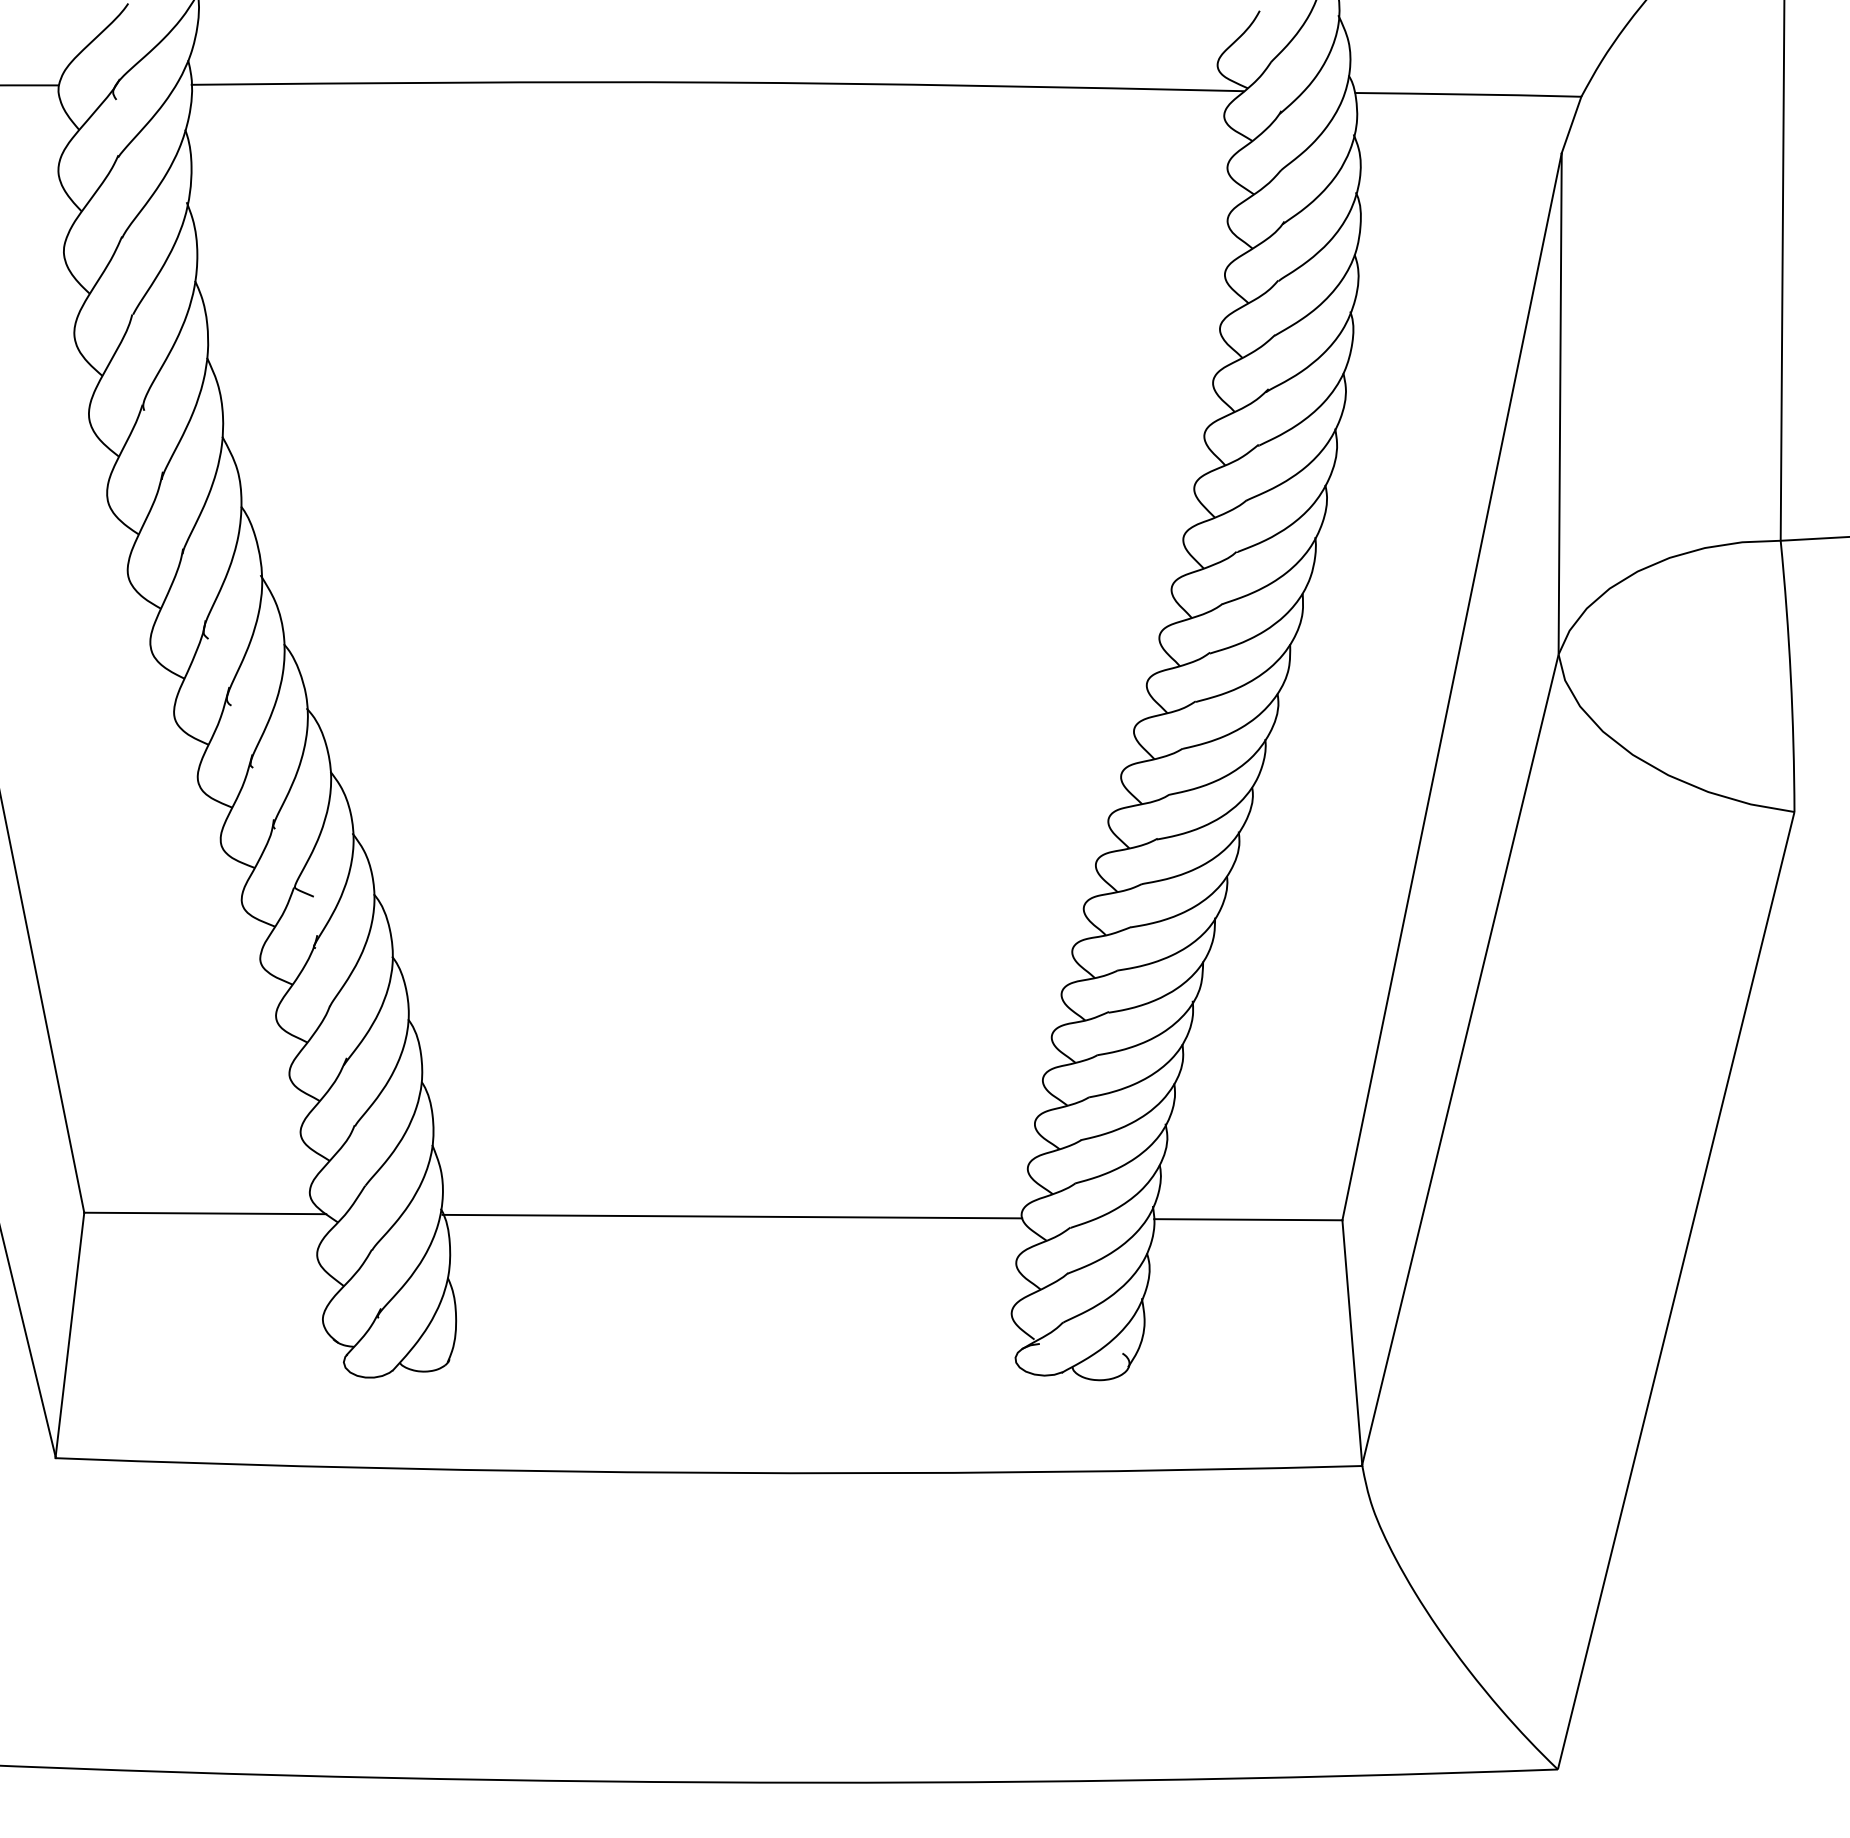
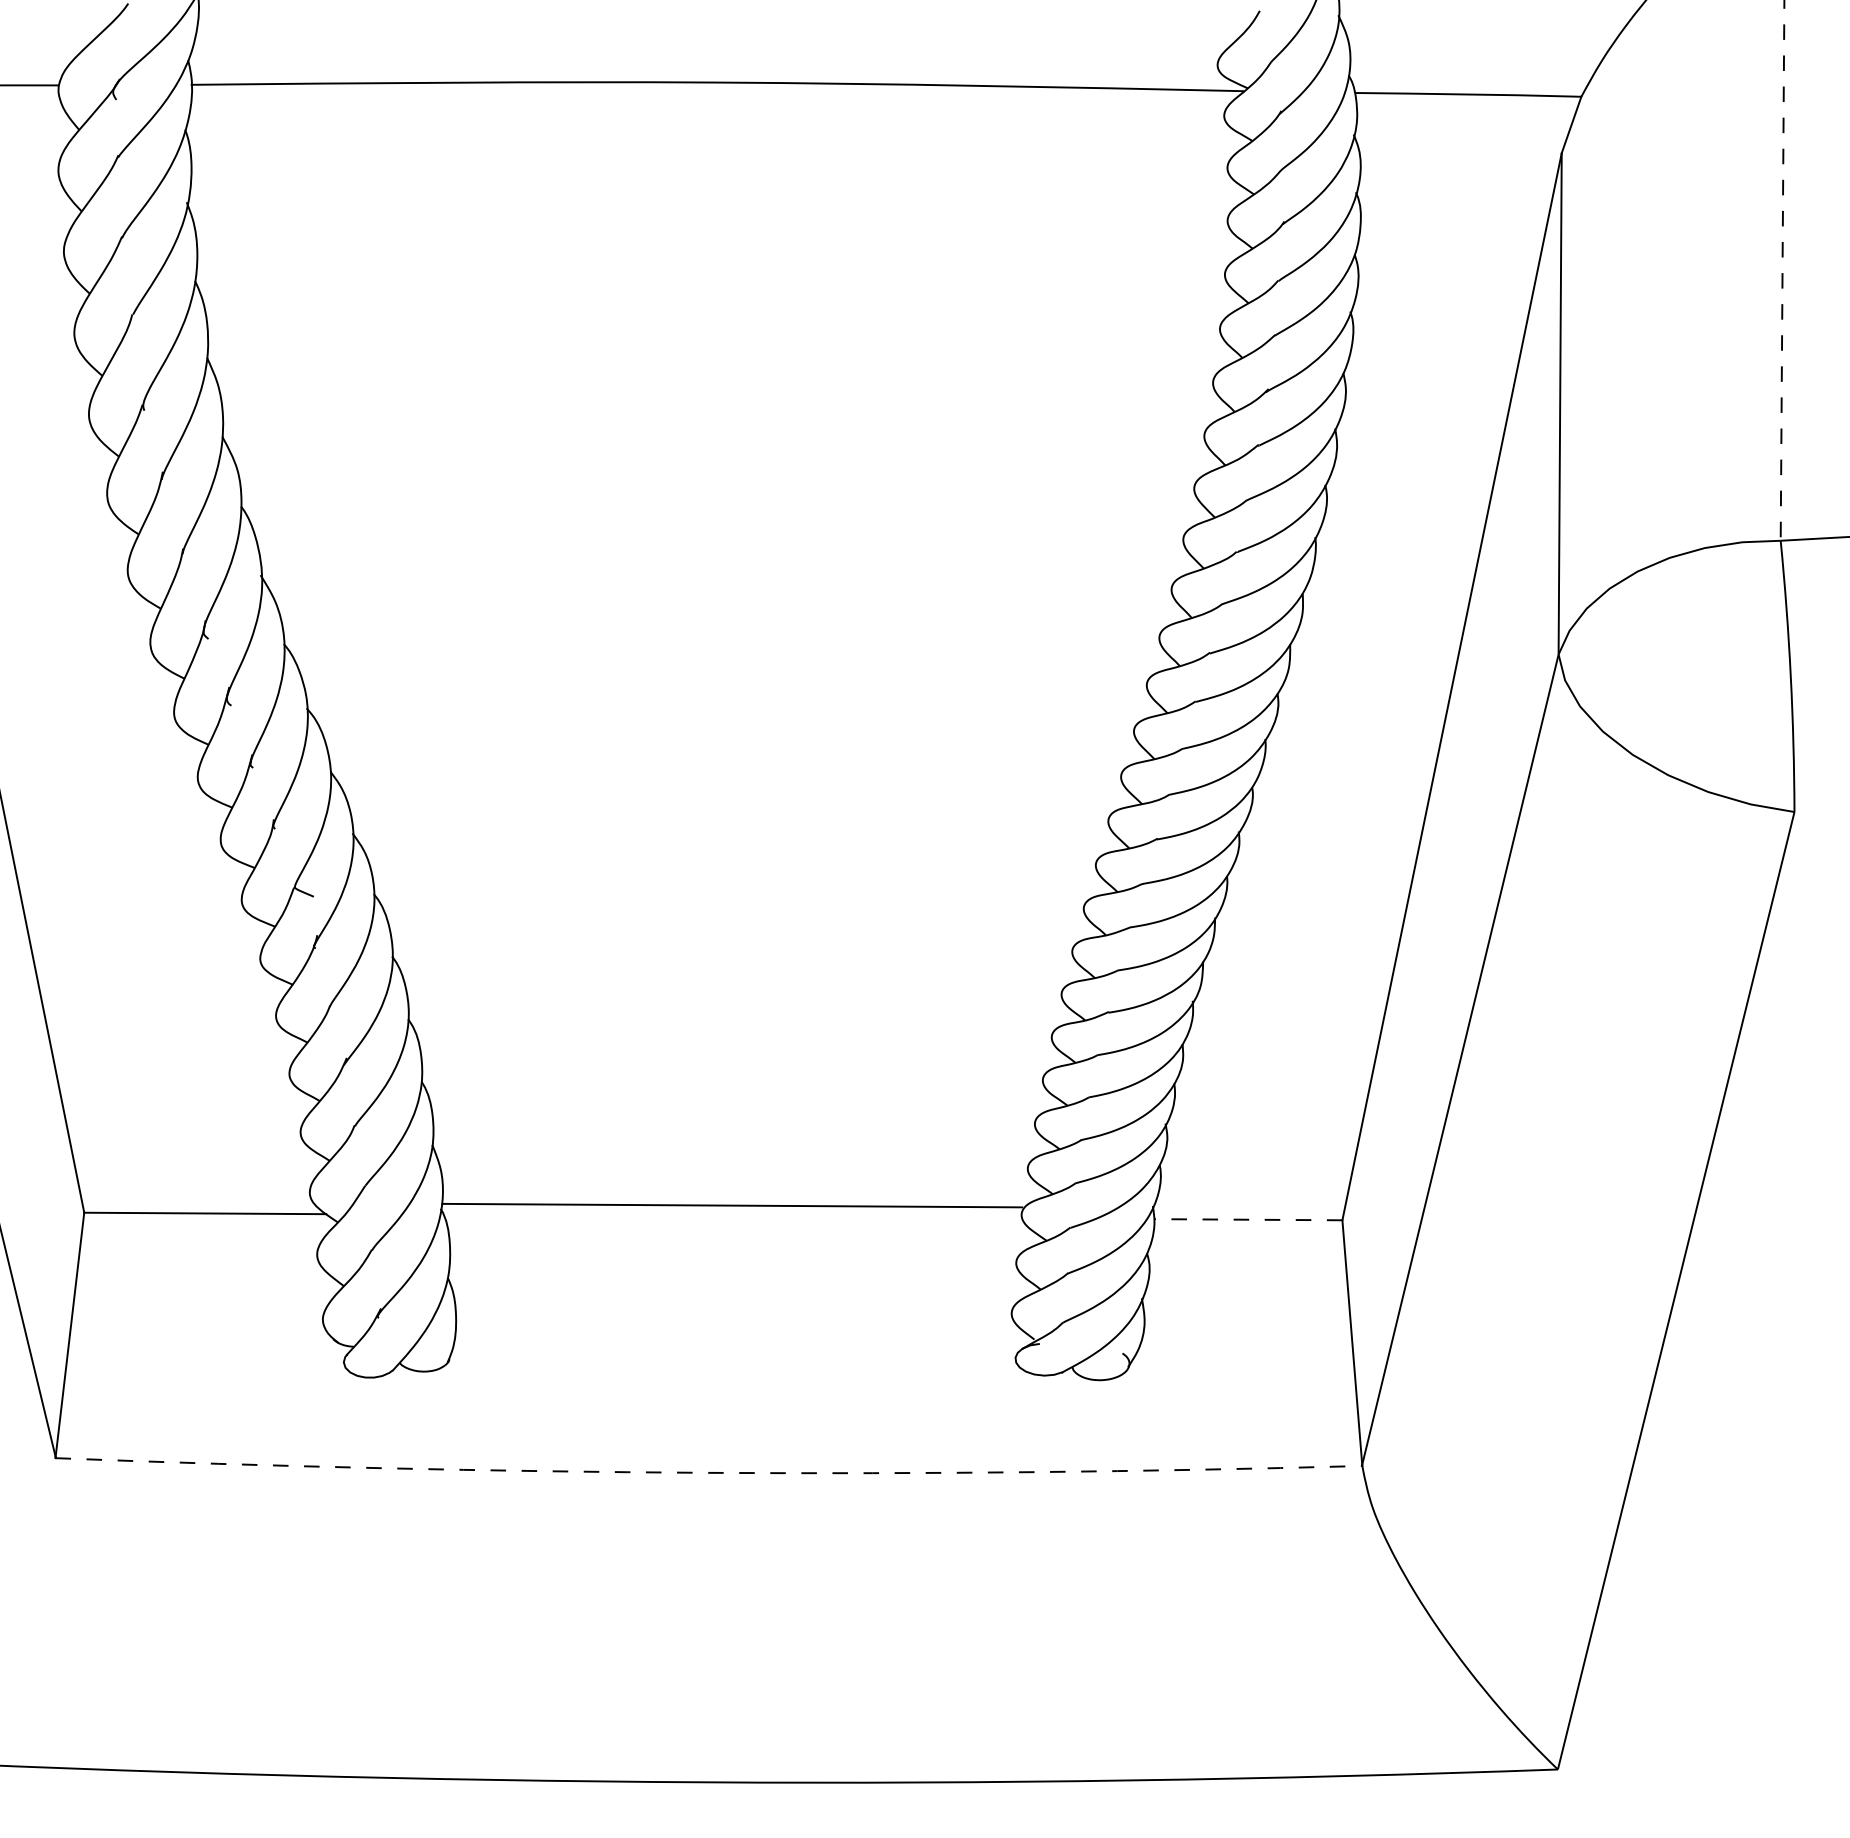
line at (1782, 271): solid -> dashed
line at (732, 1216) position: (732, 1216) -> (732, 1205)
line at (1247, 1219): solid -> dashed
arc at (708, 1472): solid -> dashed
